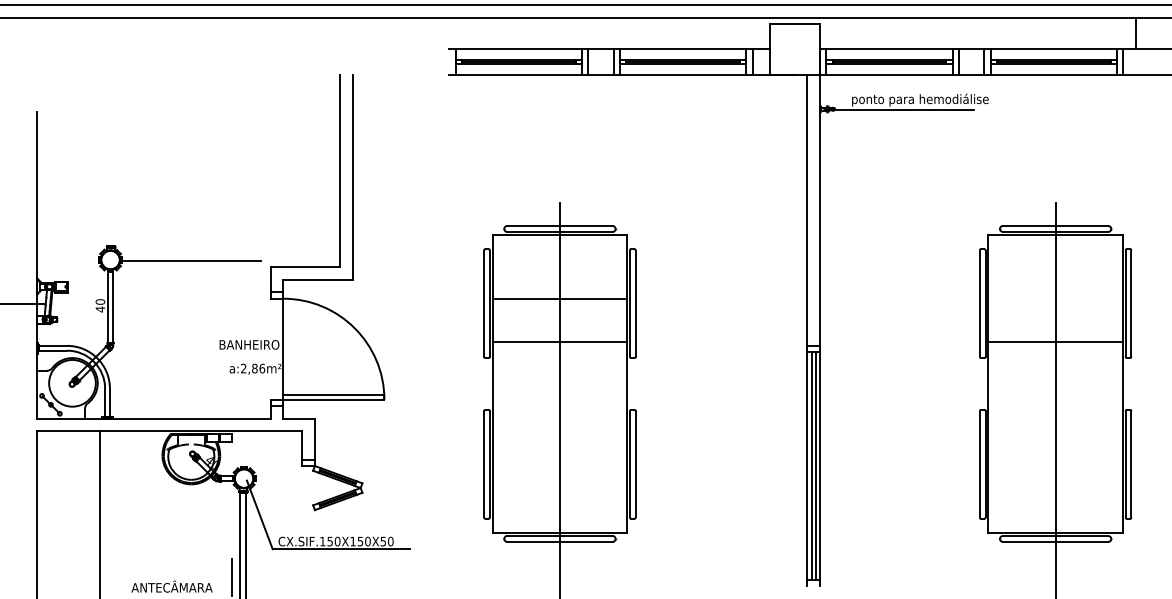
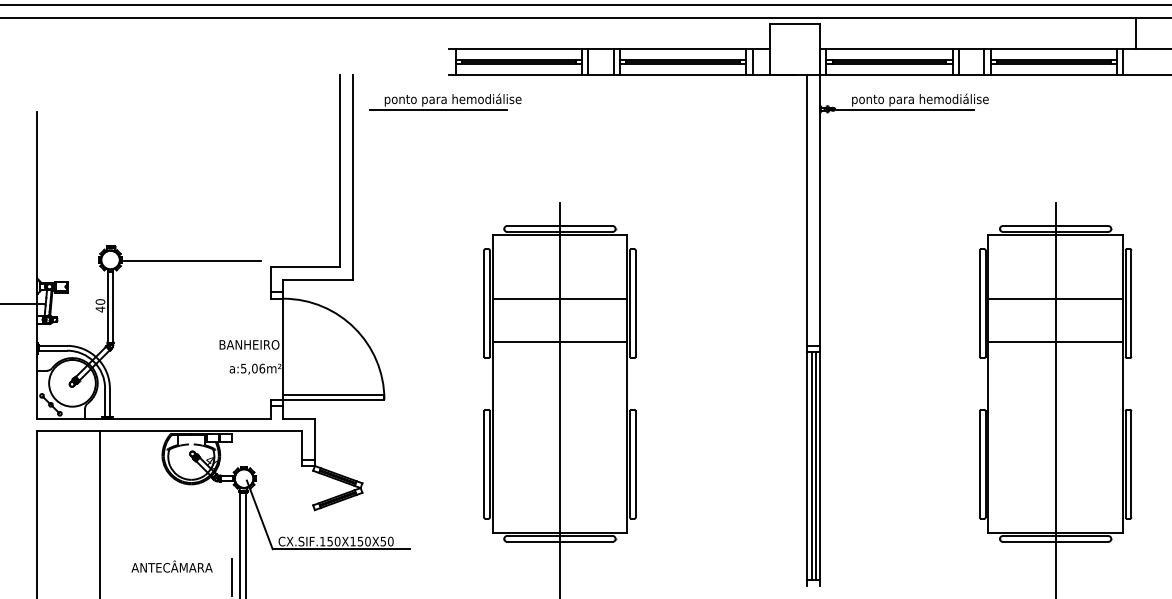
part at (445, 101): none -> present
line at (1055, 299): none -> present
text at (249, 368): a:2,86m² -> a:5,06m²
text at (171, 586) position: (171, 586) -> (171, 566)
